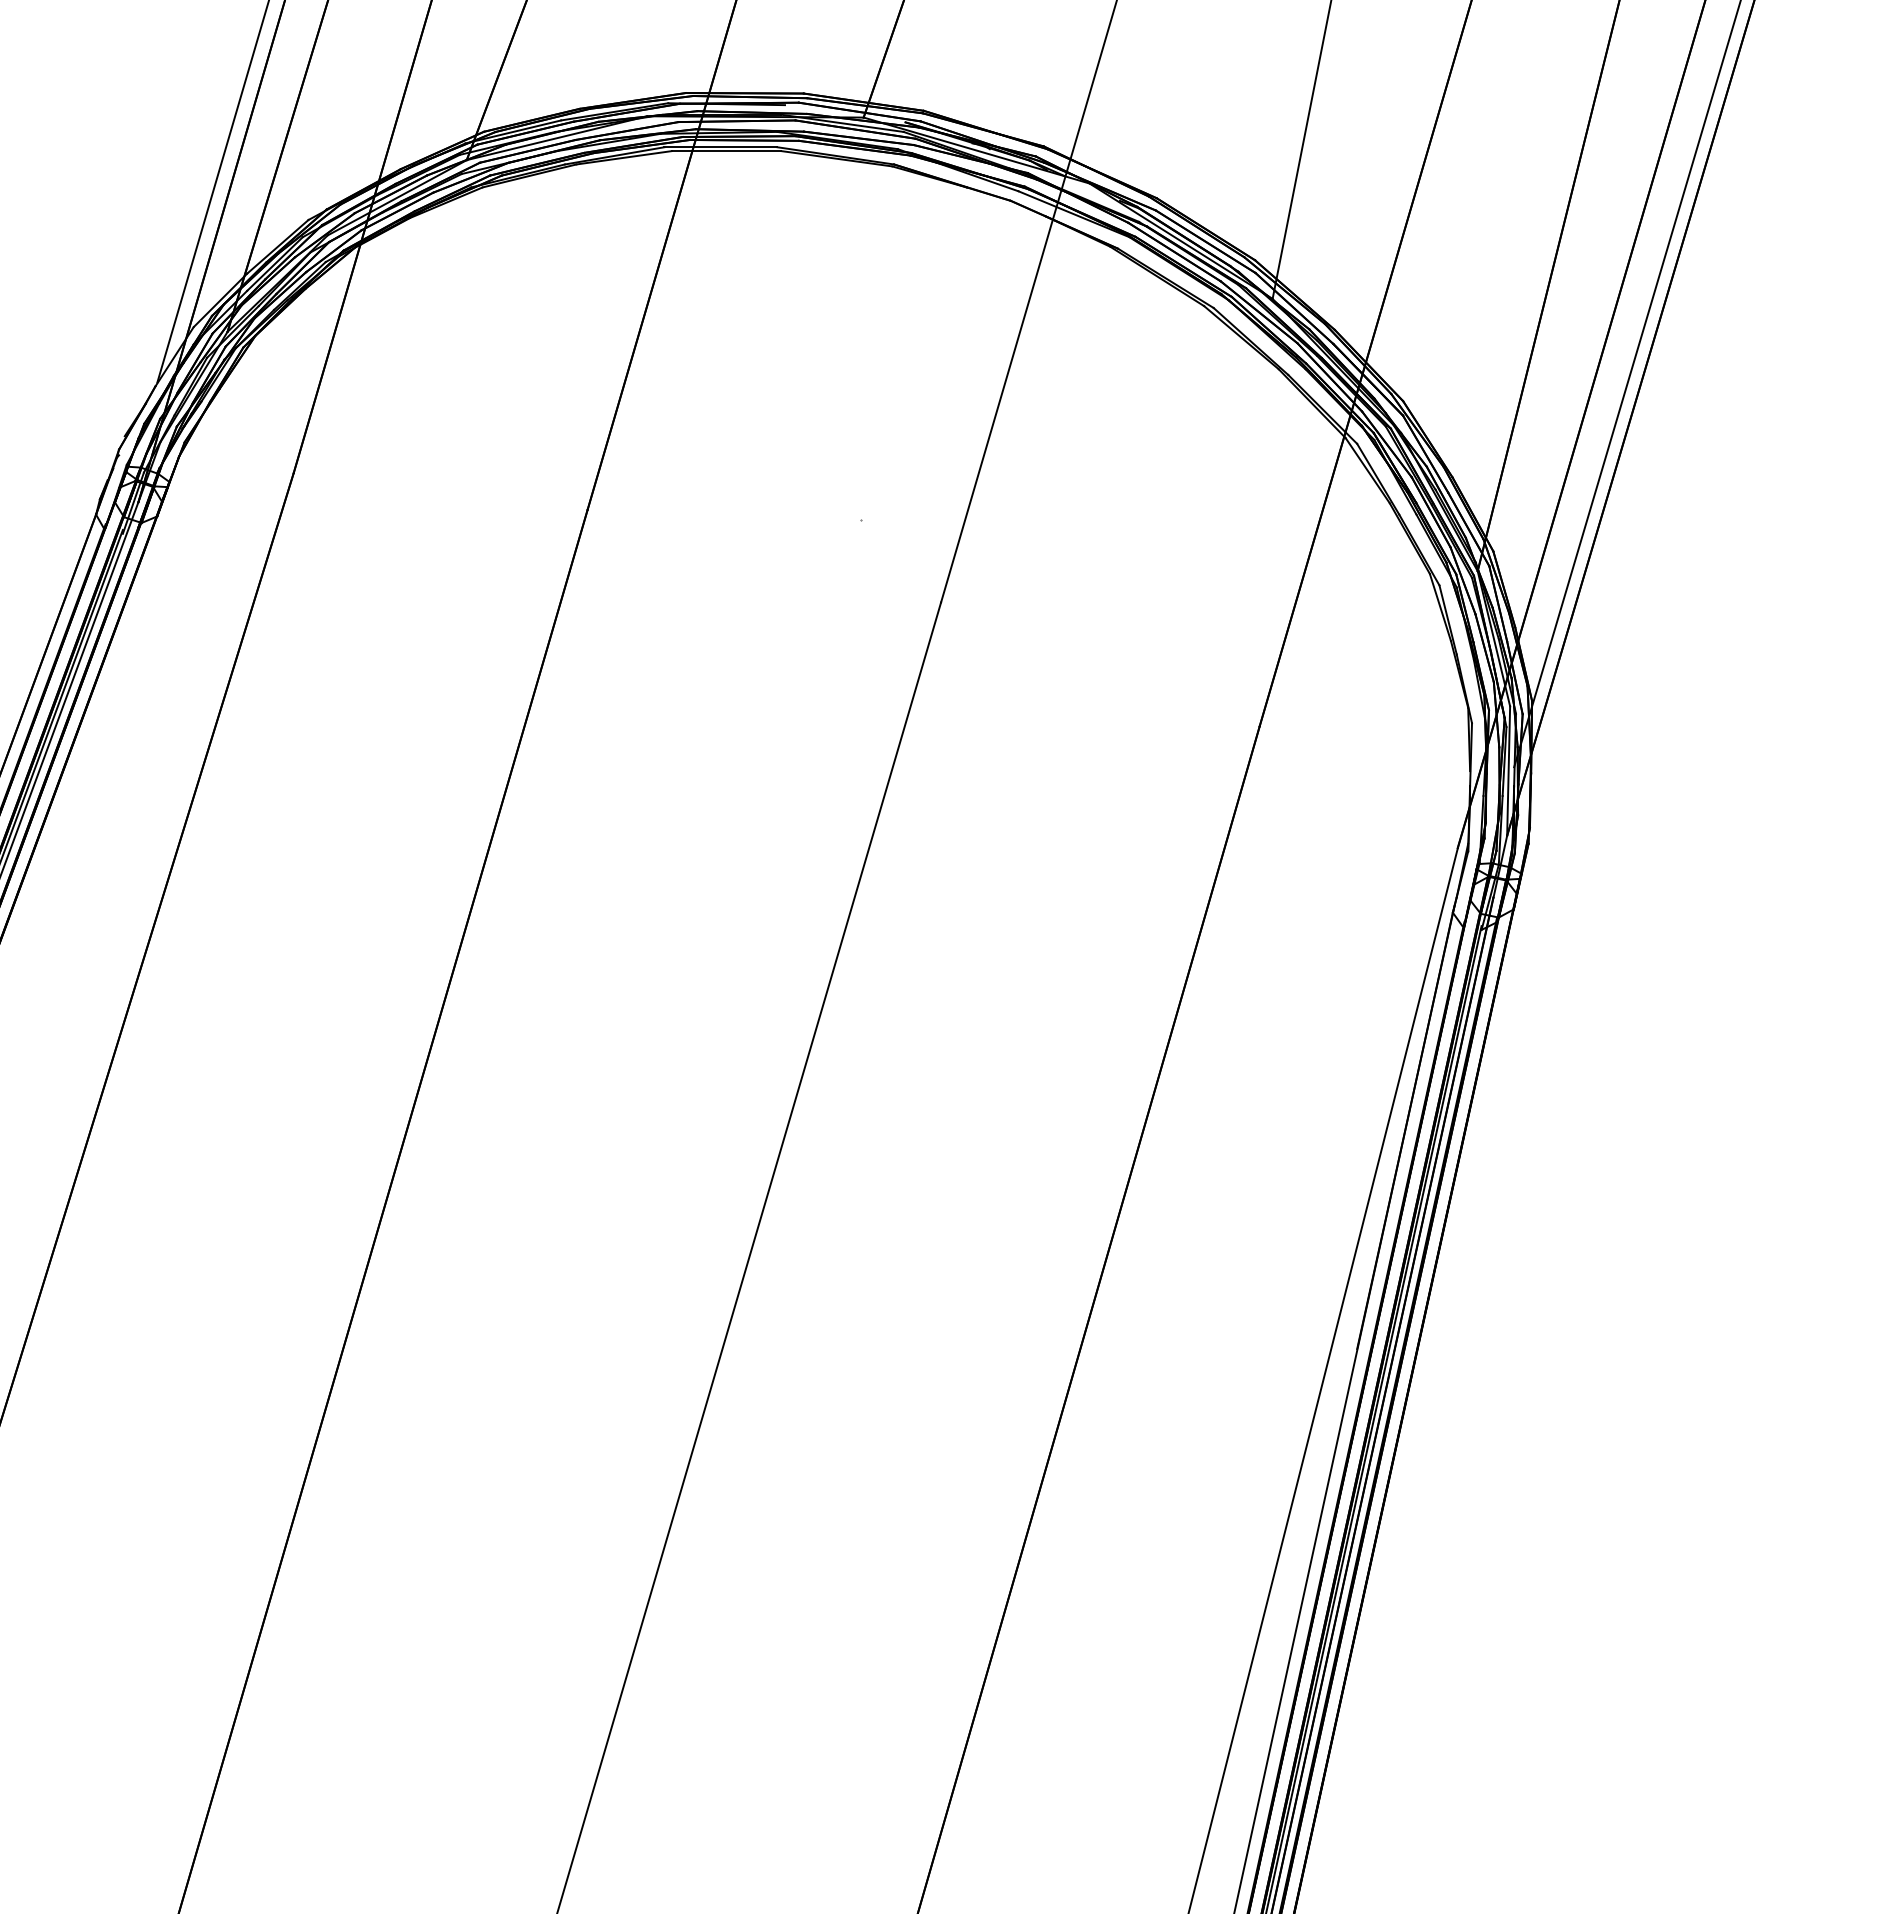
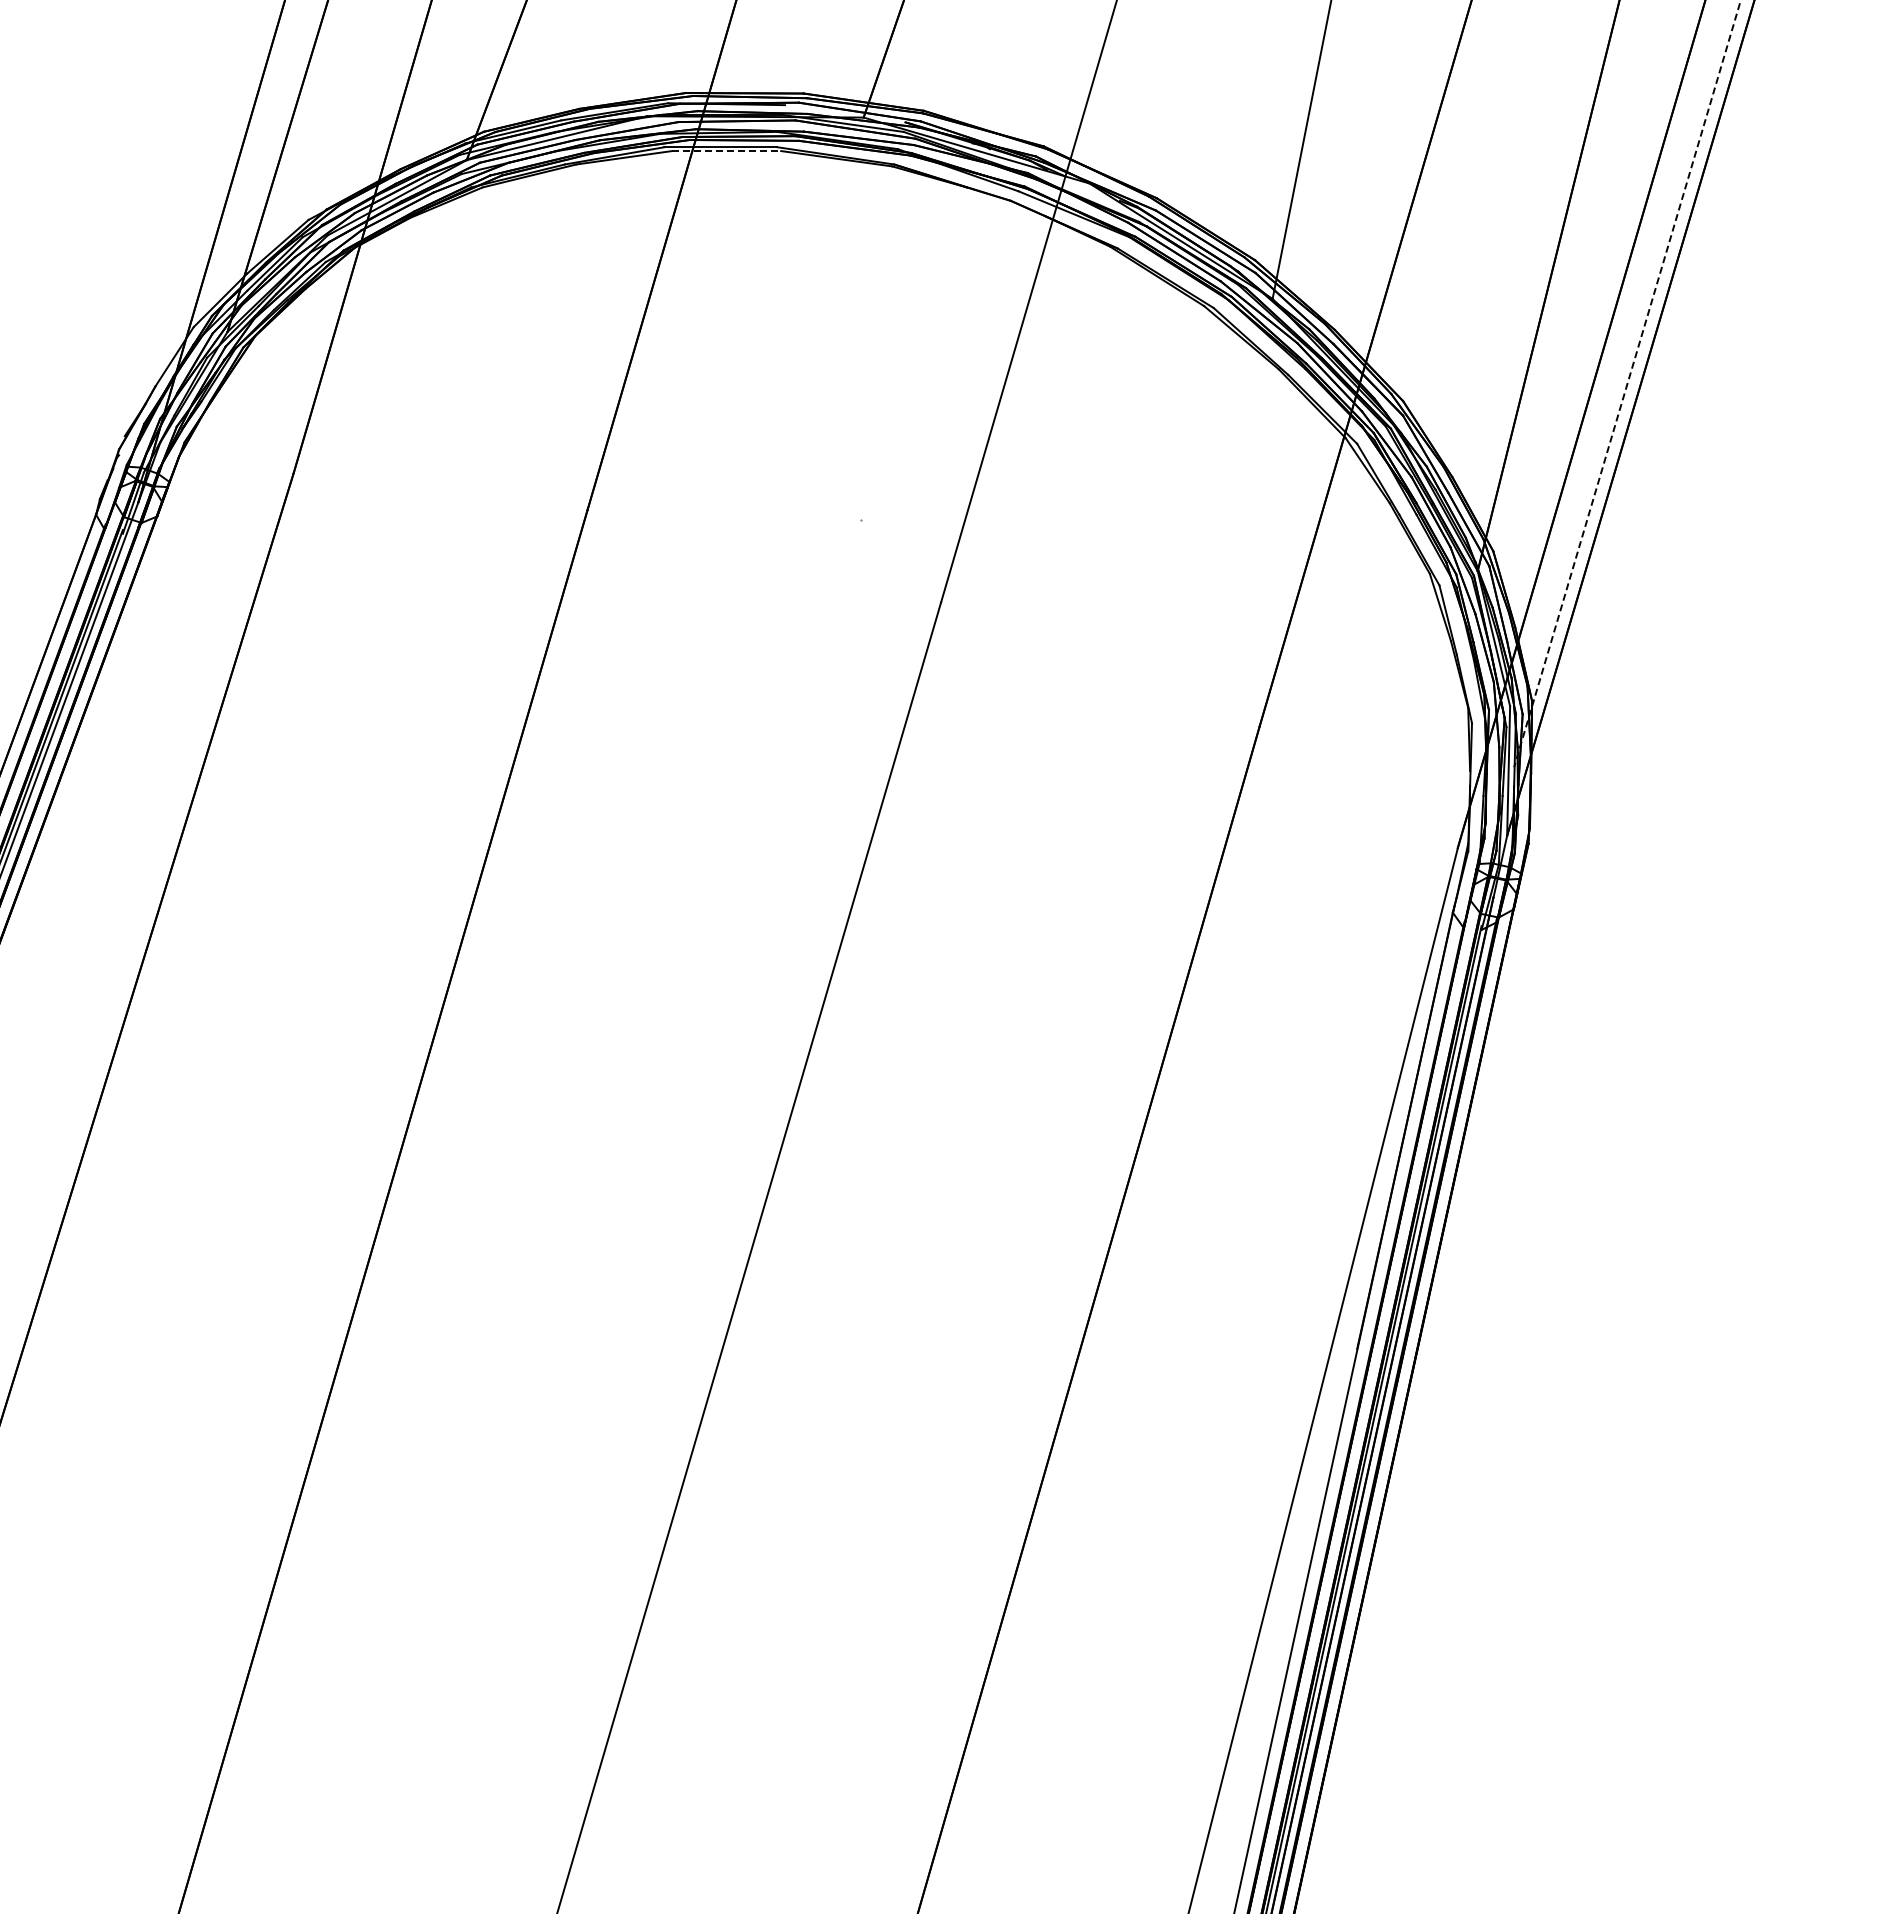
line at (726, 151): solid -> dashed
line at (212, 192): present -> none
line at (1627, 383): solid -> dashed
